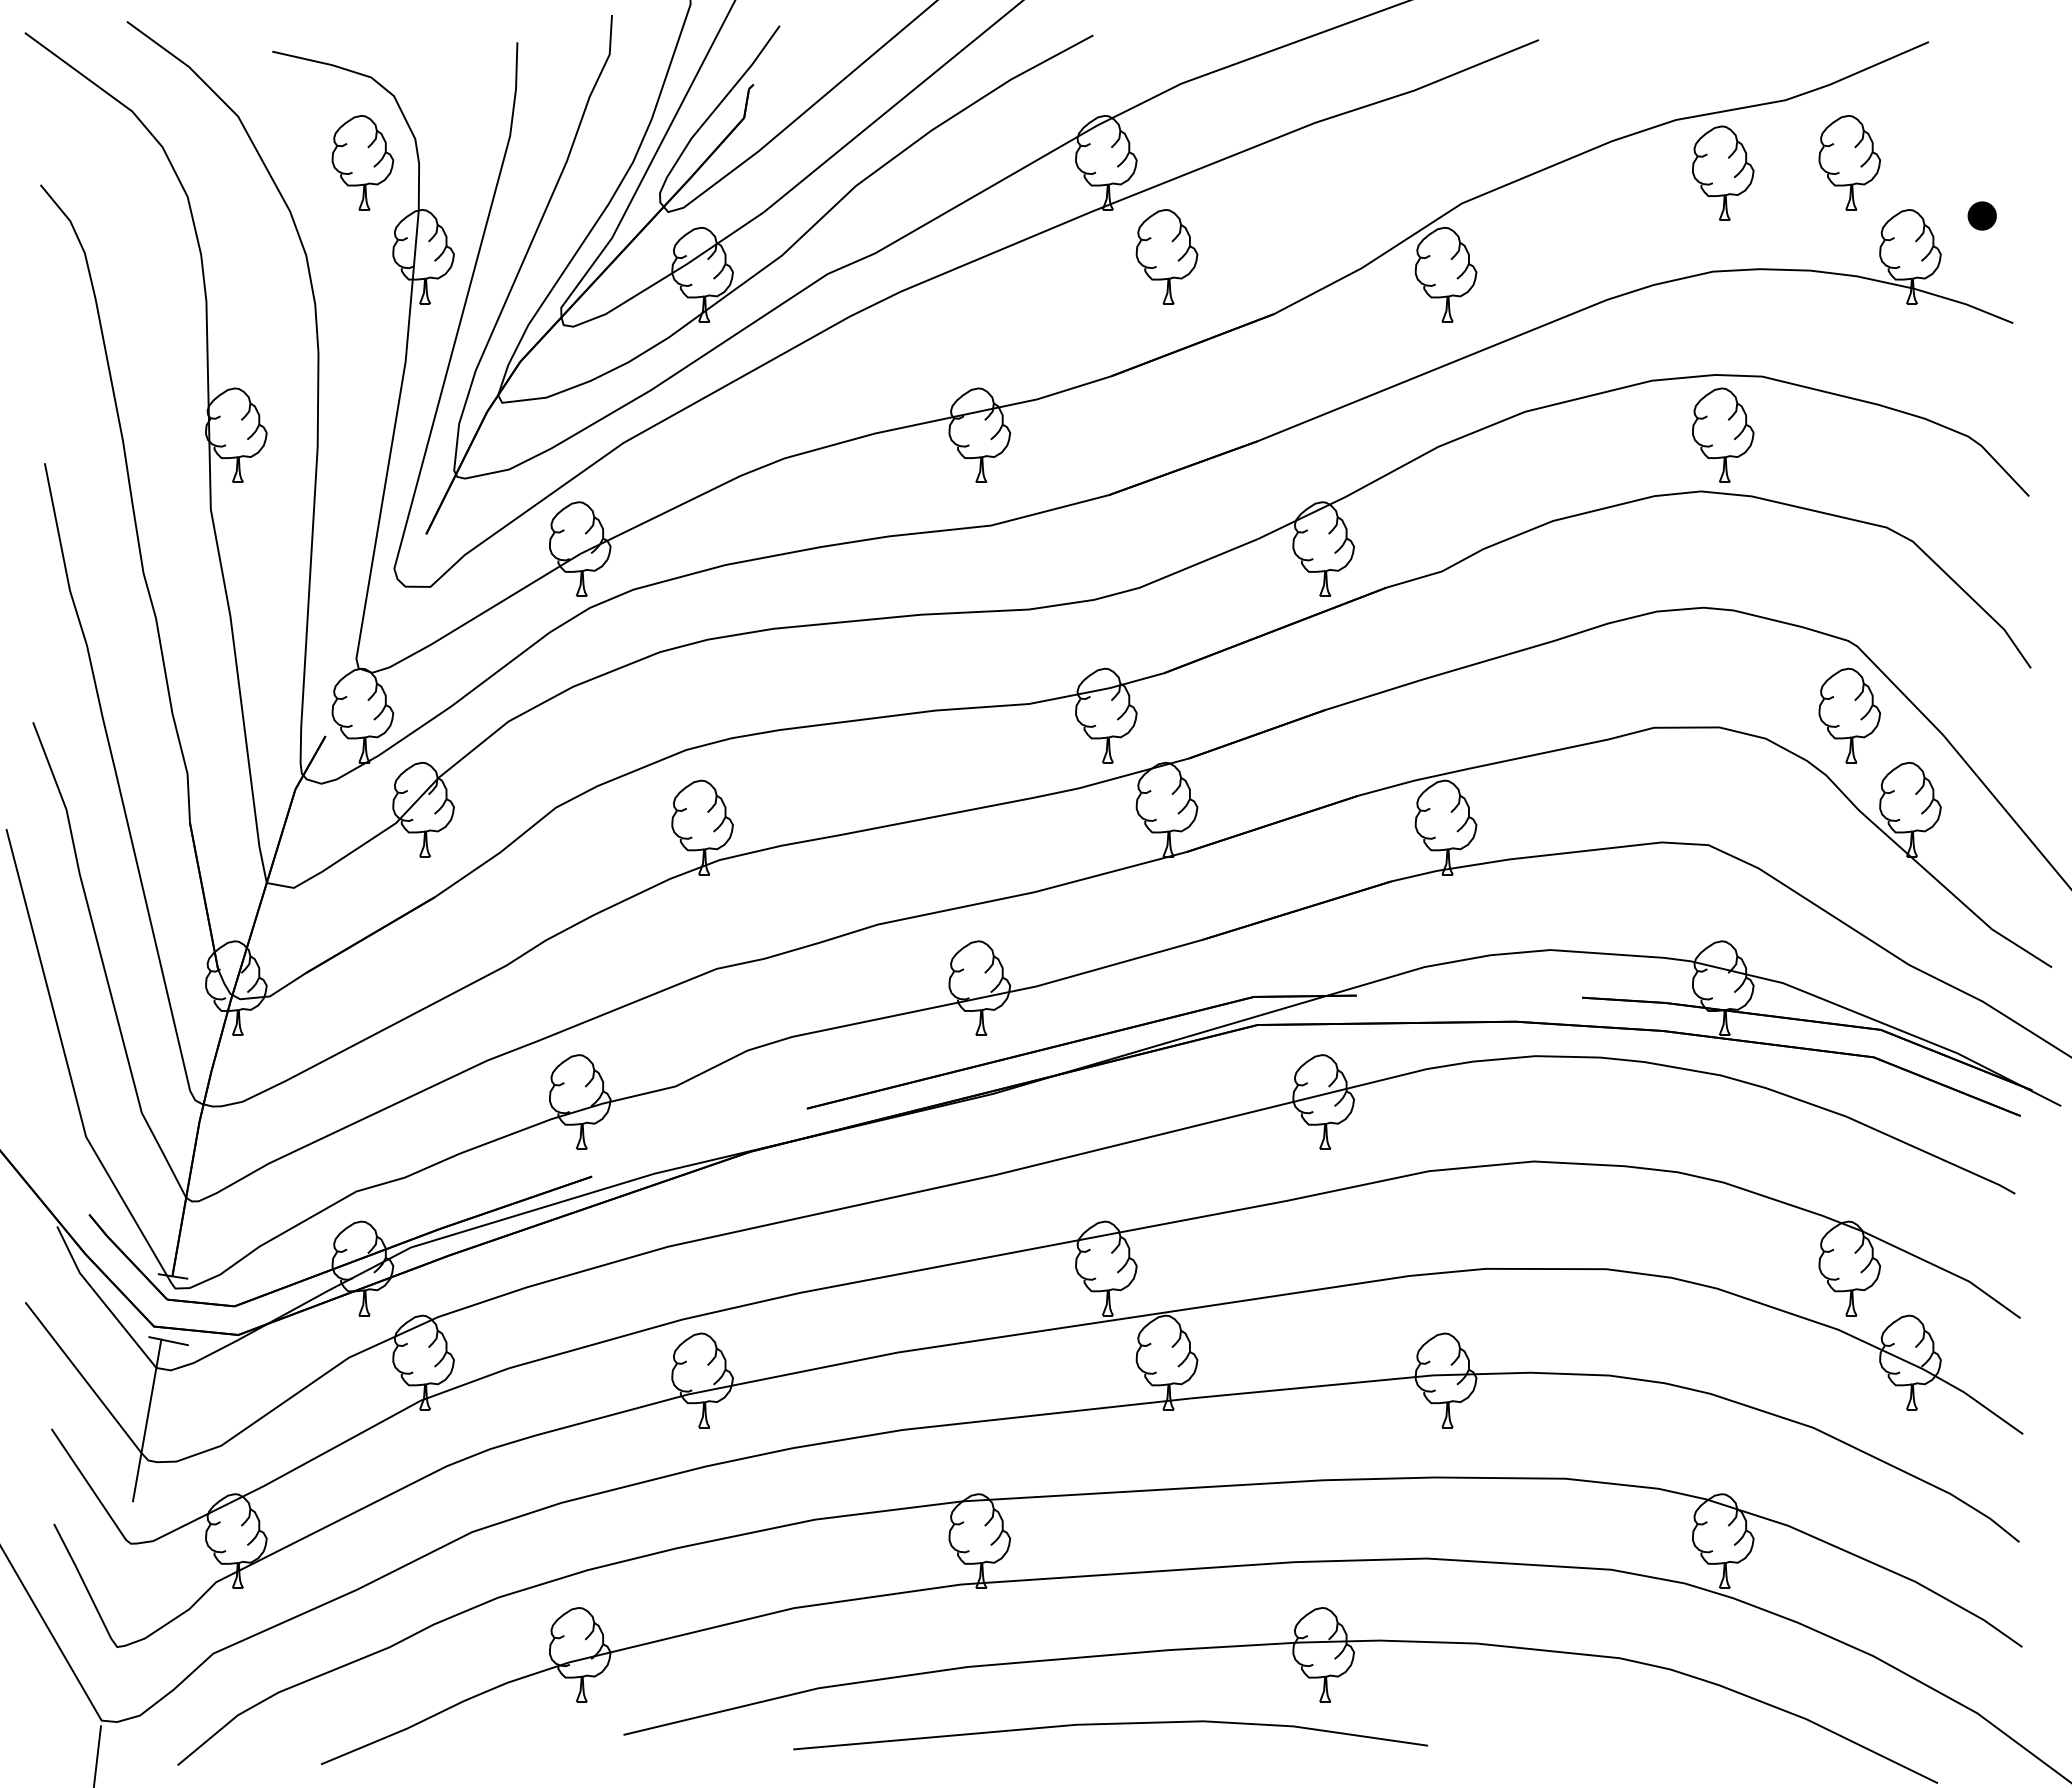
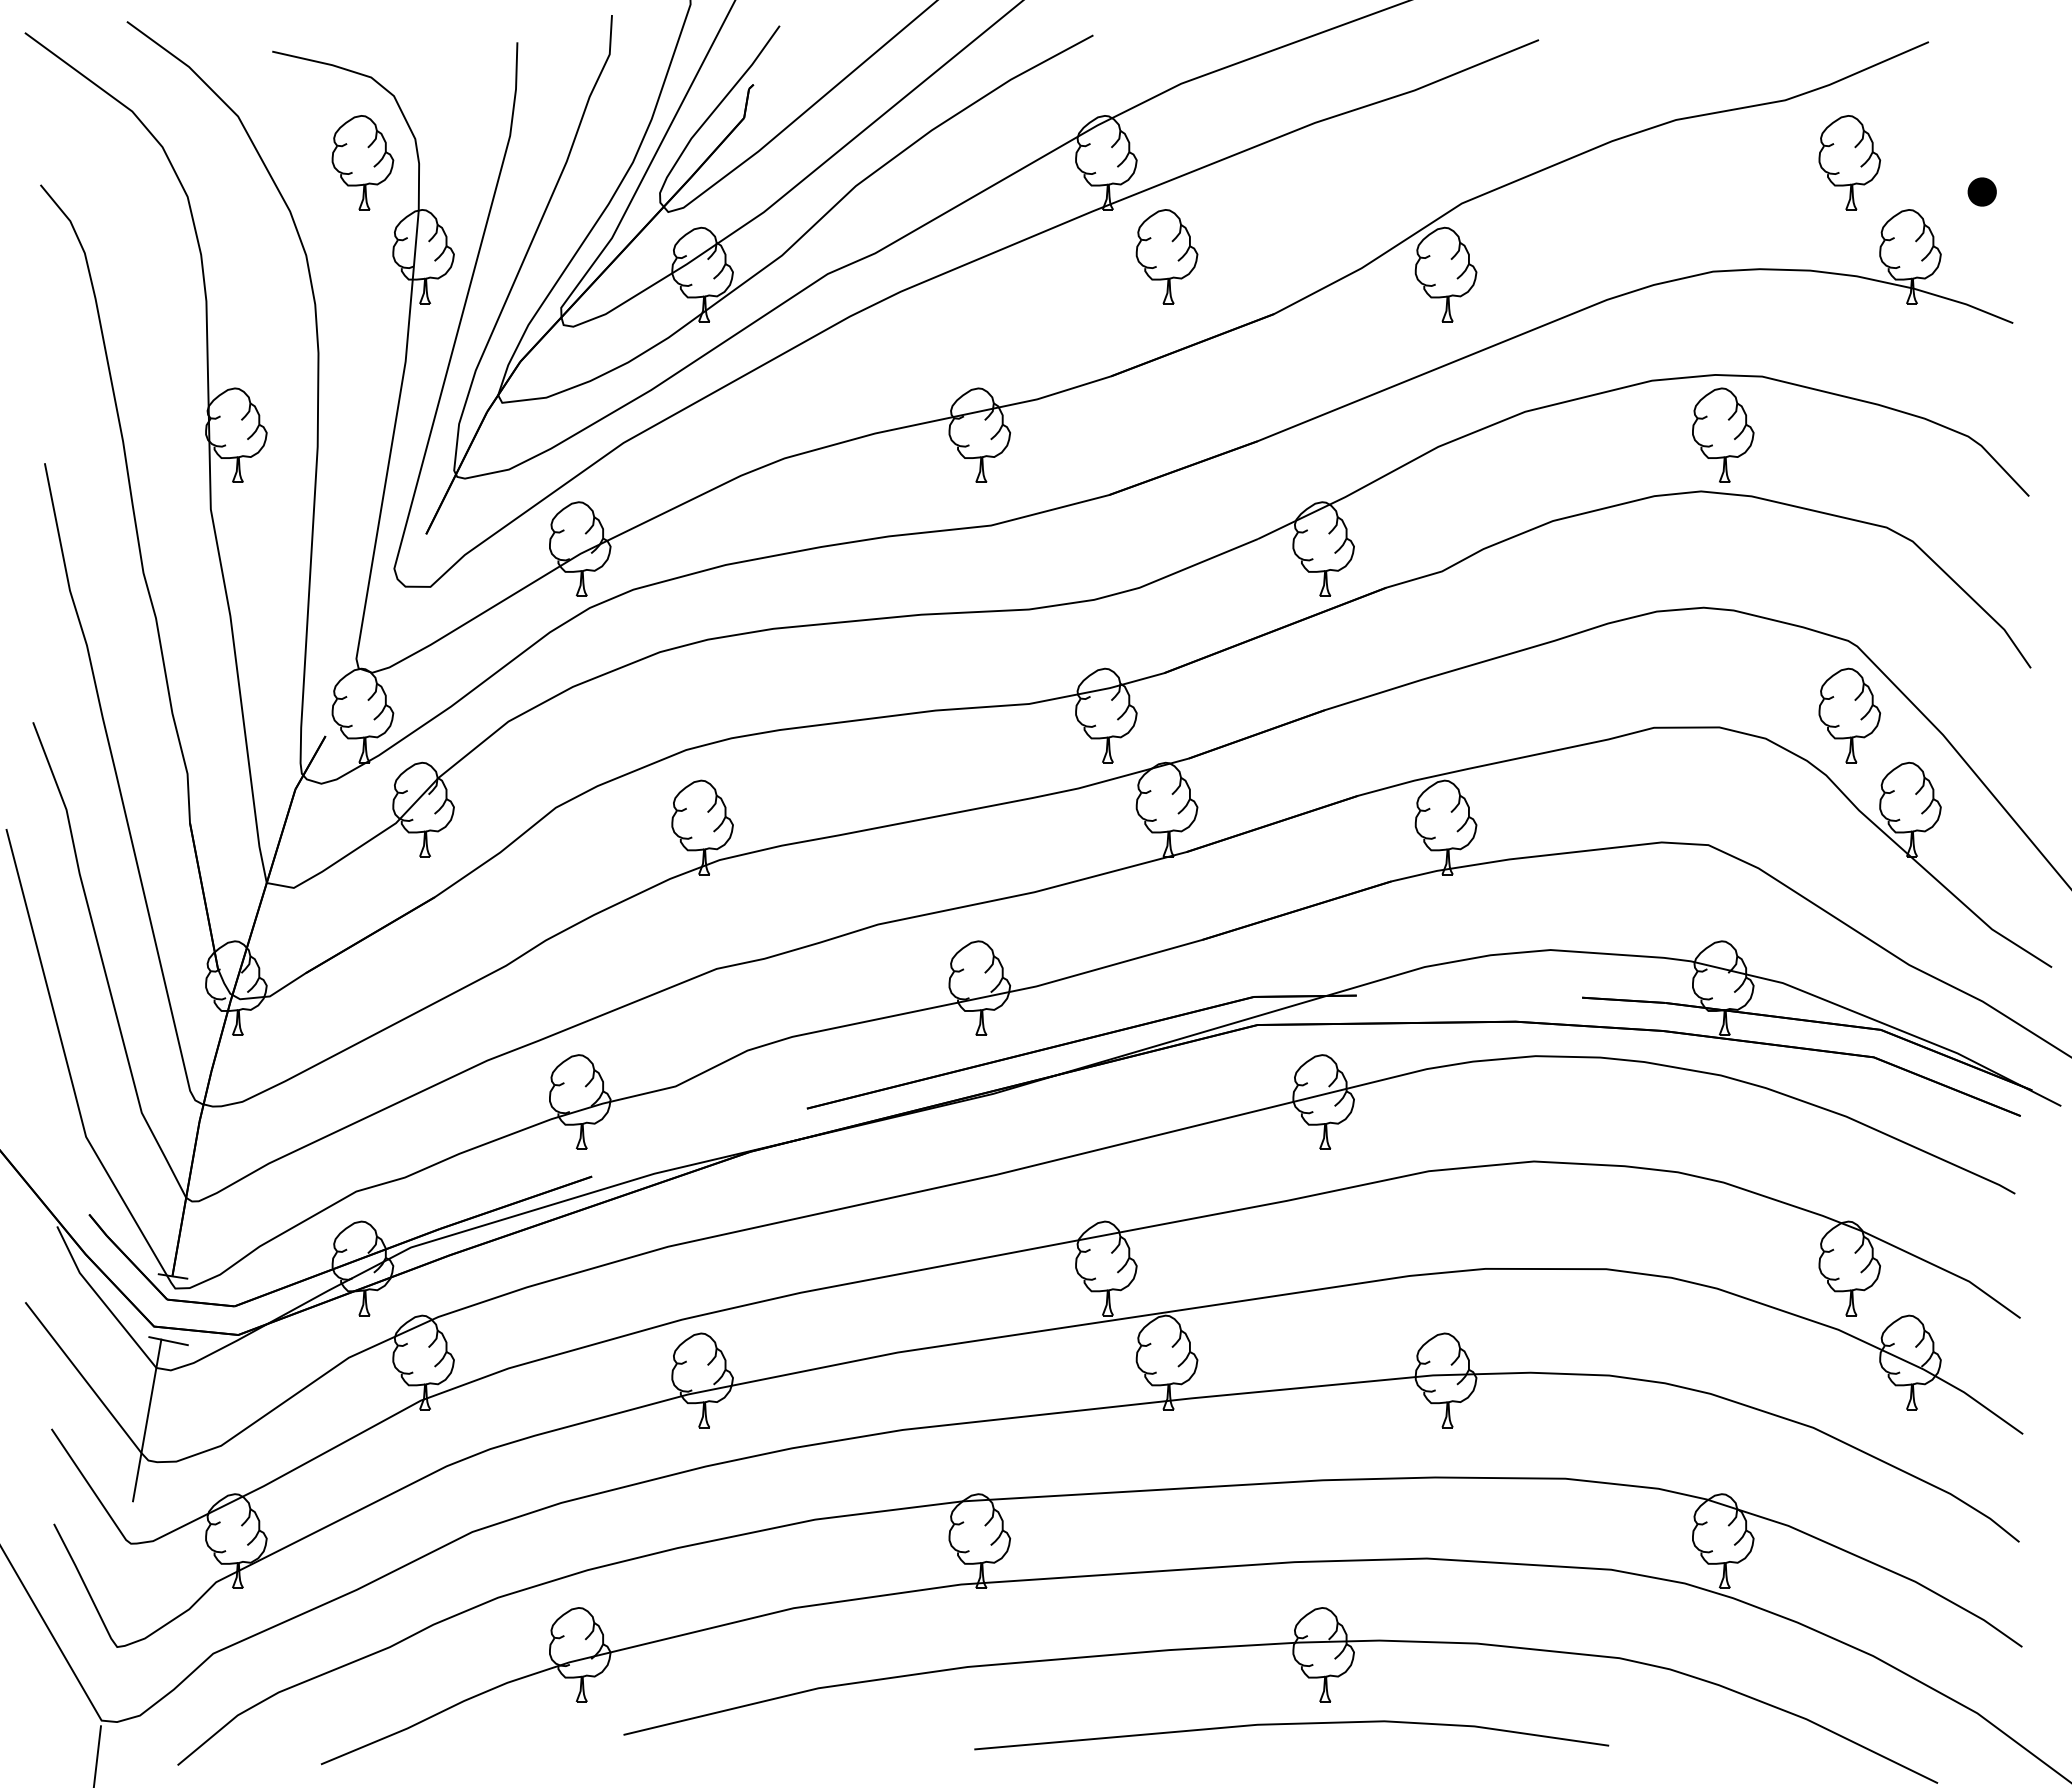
part at (1723, 172): present -> none
part at (1981, 215) position: (1981, 215) -> (1981, 191)
line at (1110, 1724) position: (1110, 1724) -> (1291, 1724)
